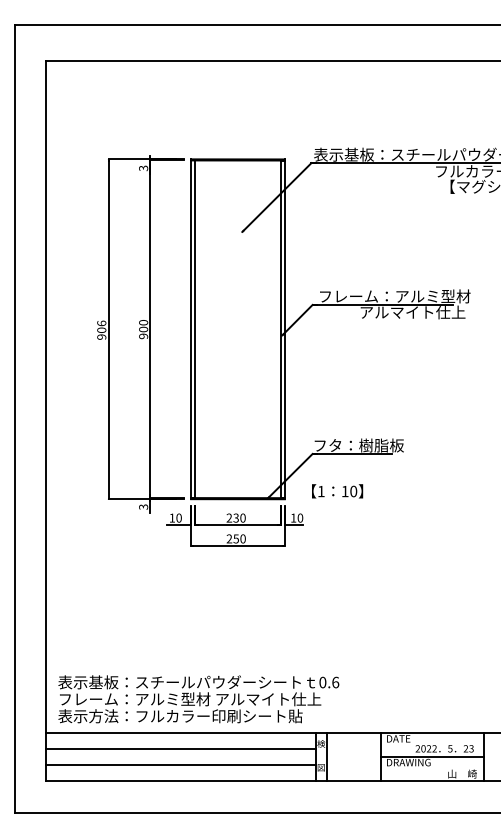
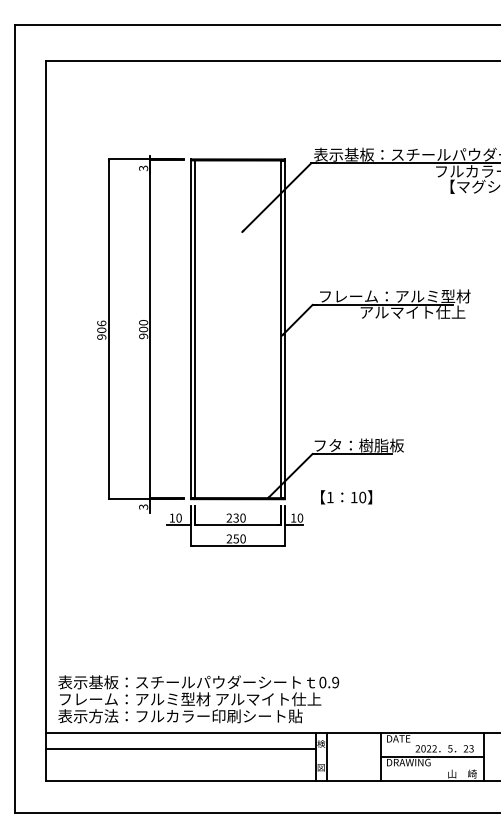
text at (337, 491) position: (337, 491) -> (346, 497)
text at (335, 682): 0.6 -> 0.9
line at (180, 764): present -> none
